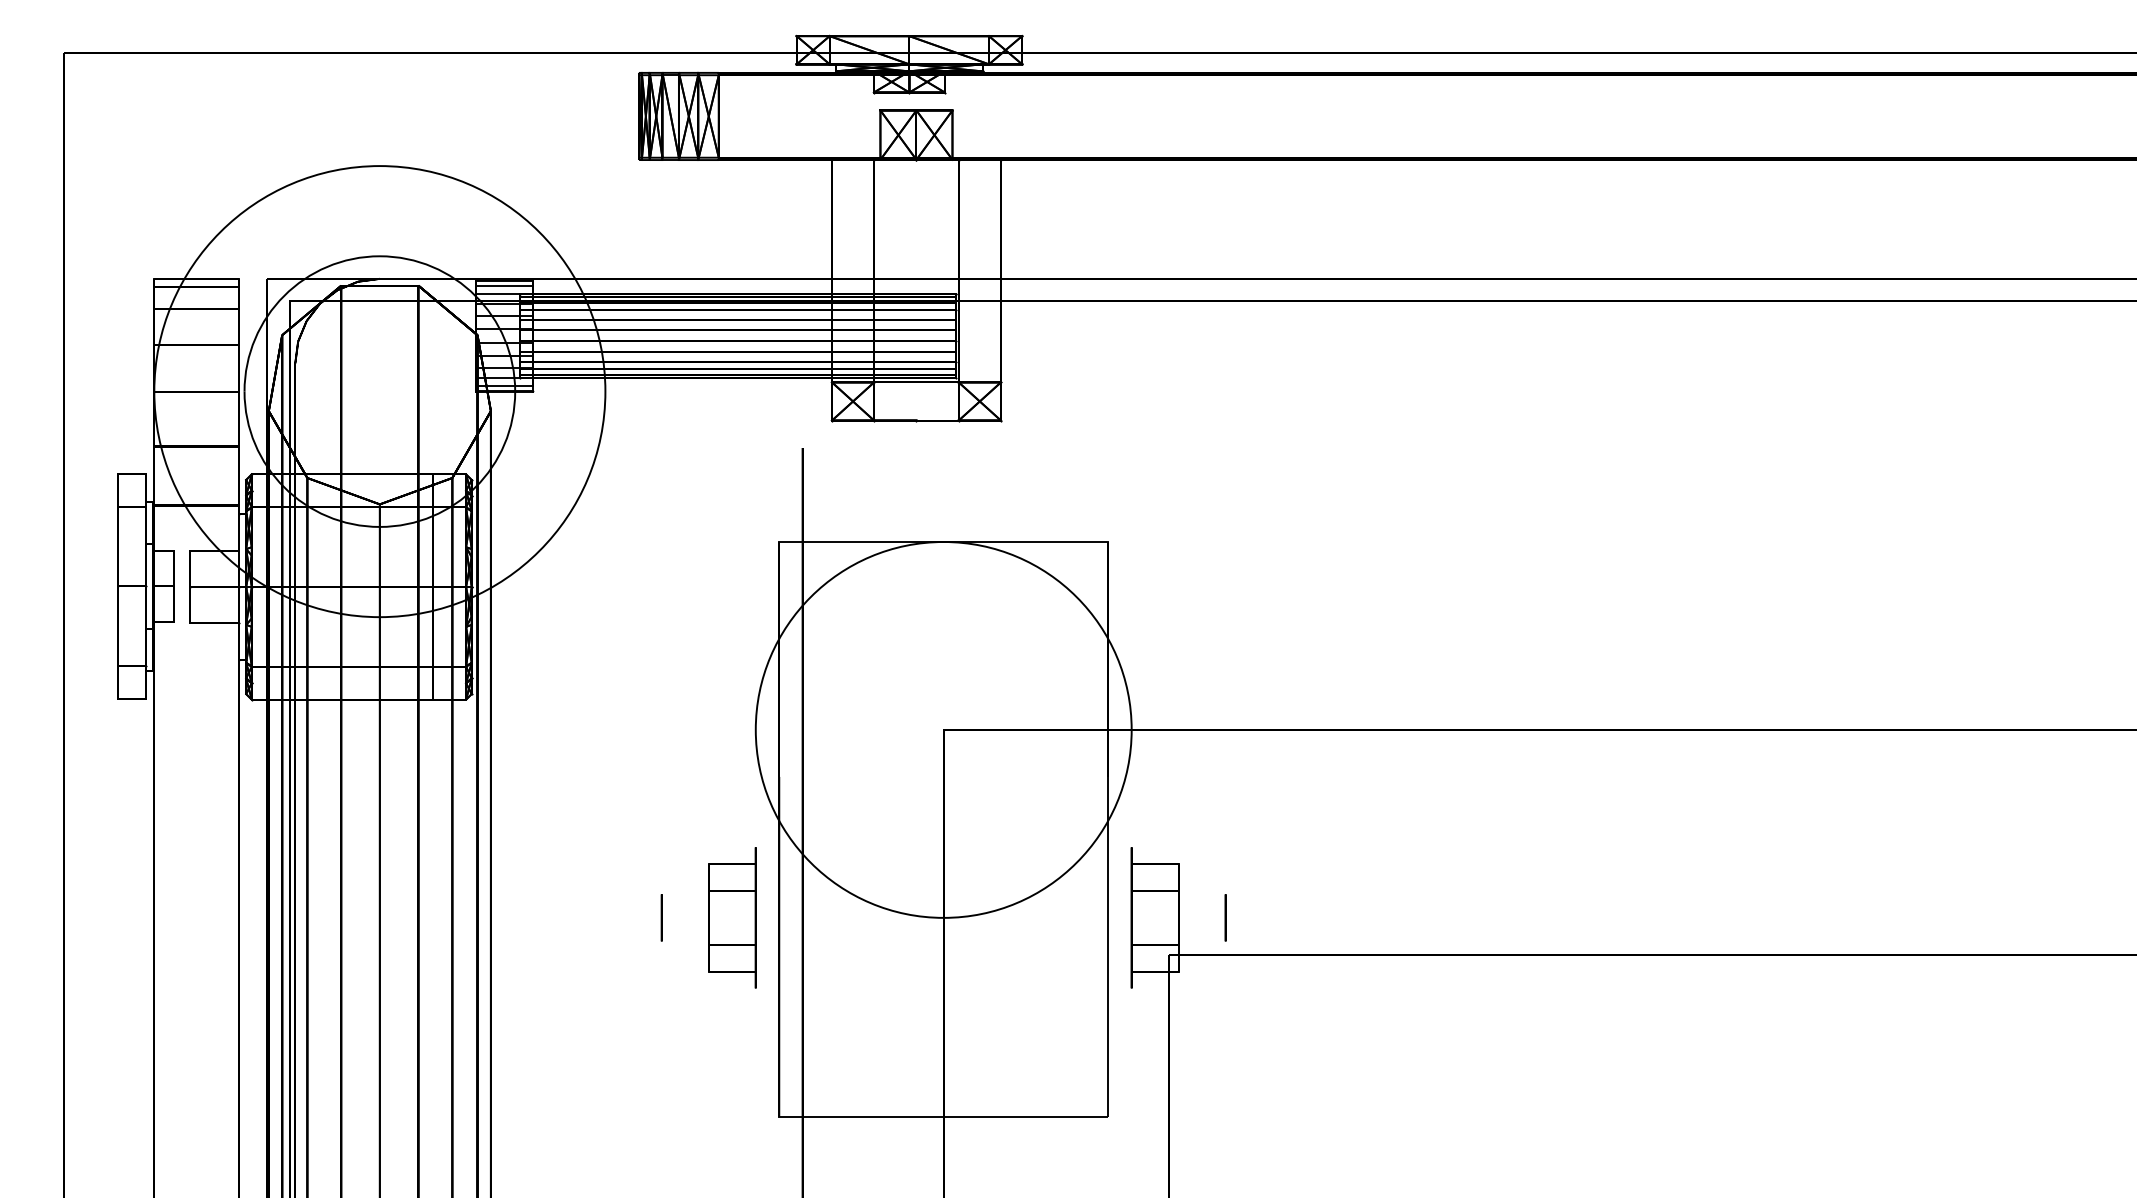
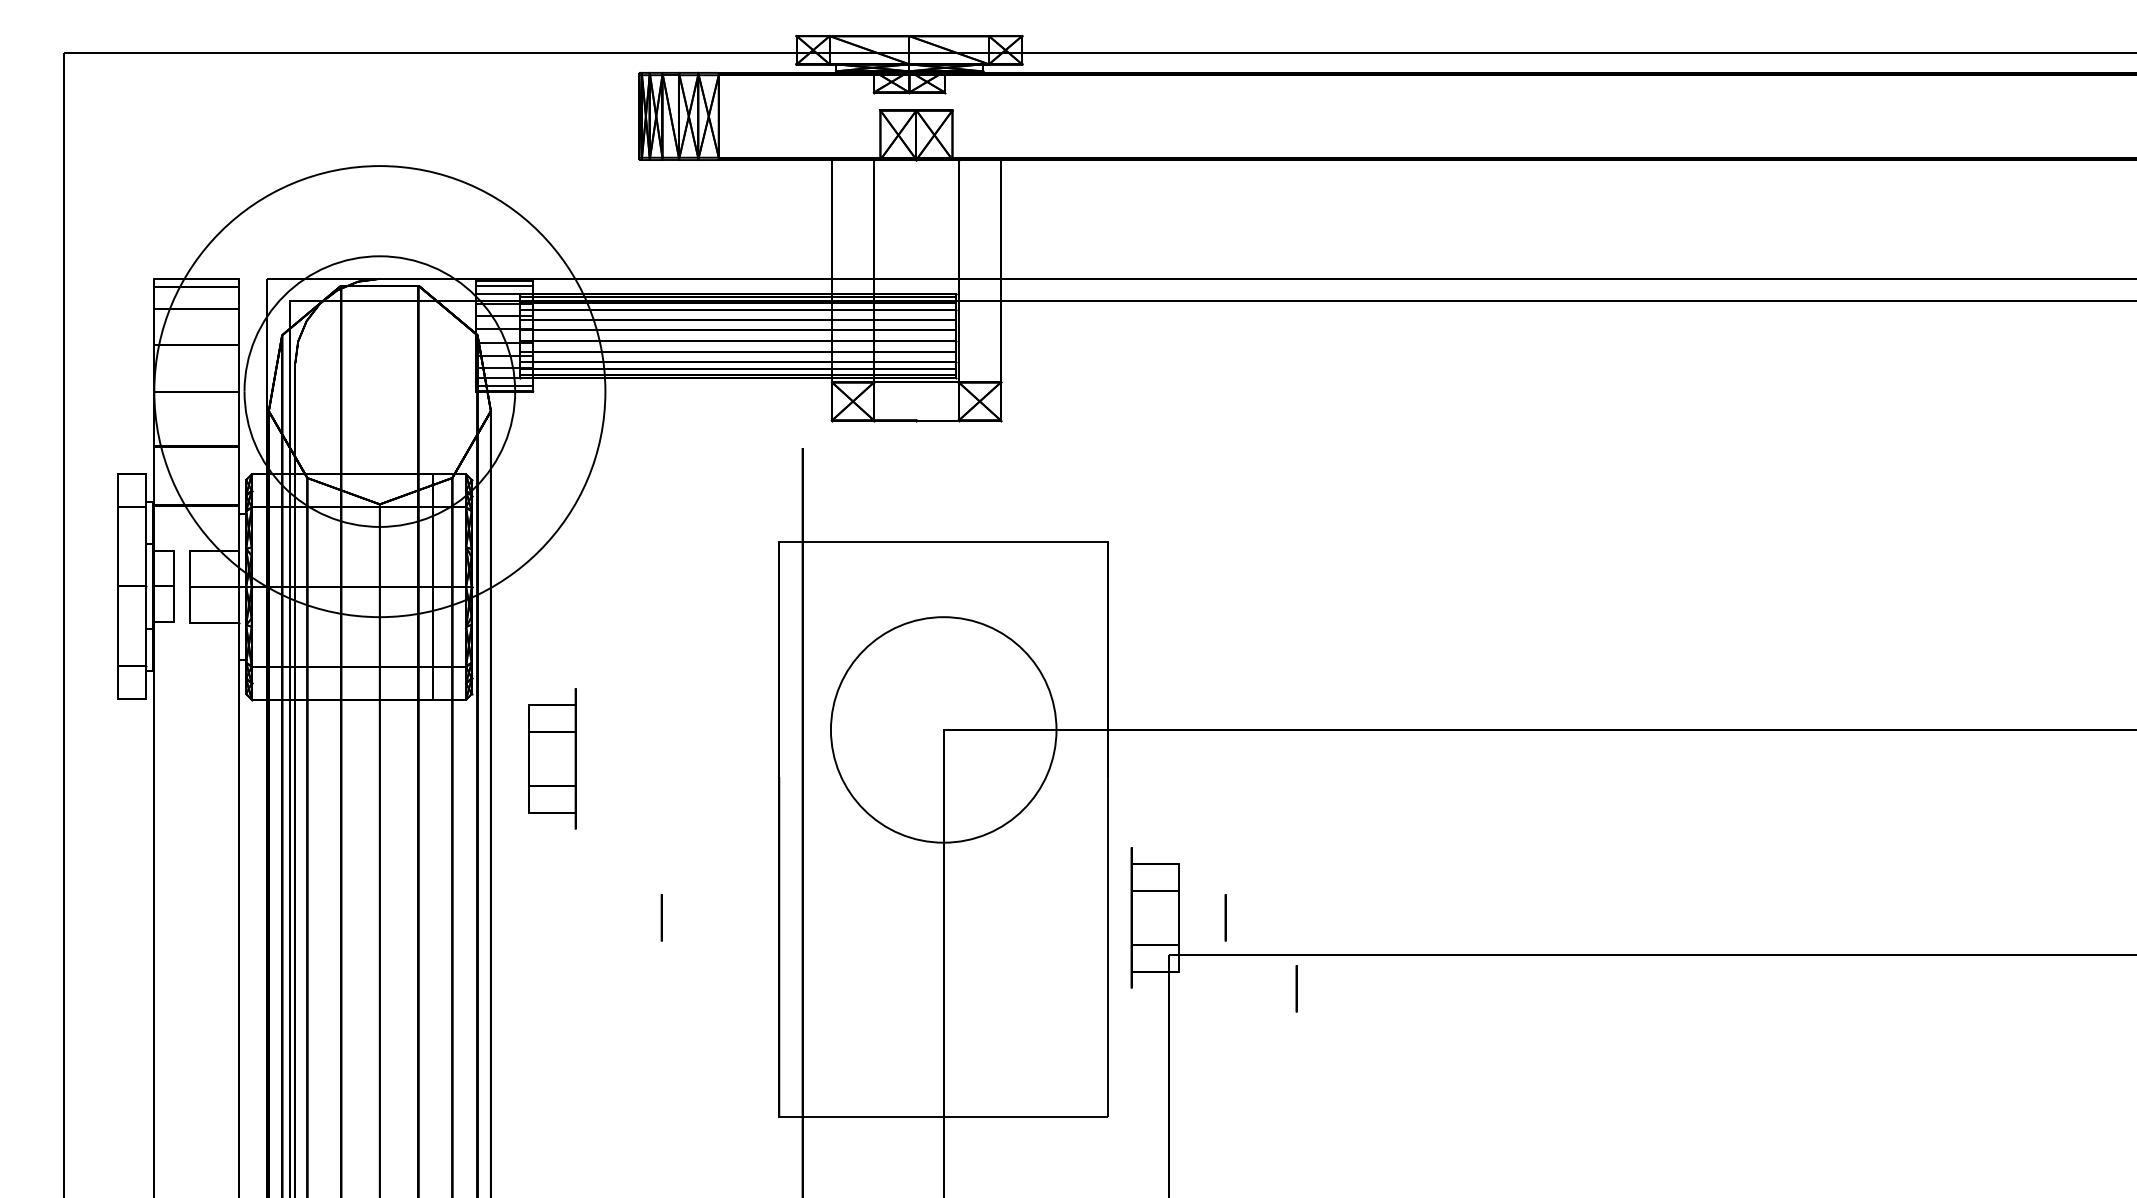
circle at (943, 729) diameter: 376 px -> 226 px
part at (732, 917) position: (732, 917) -> (552, 758)
circle at (1296, 988): none -> present
